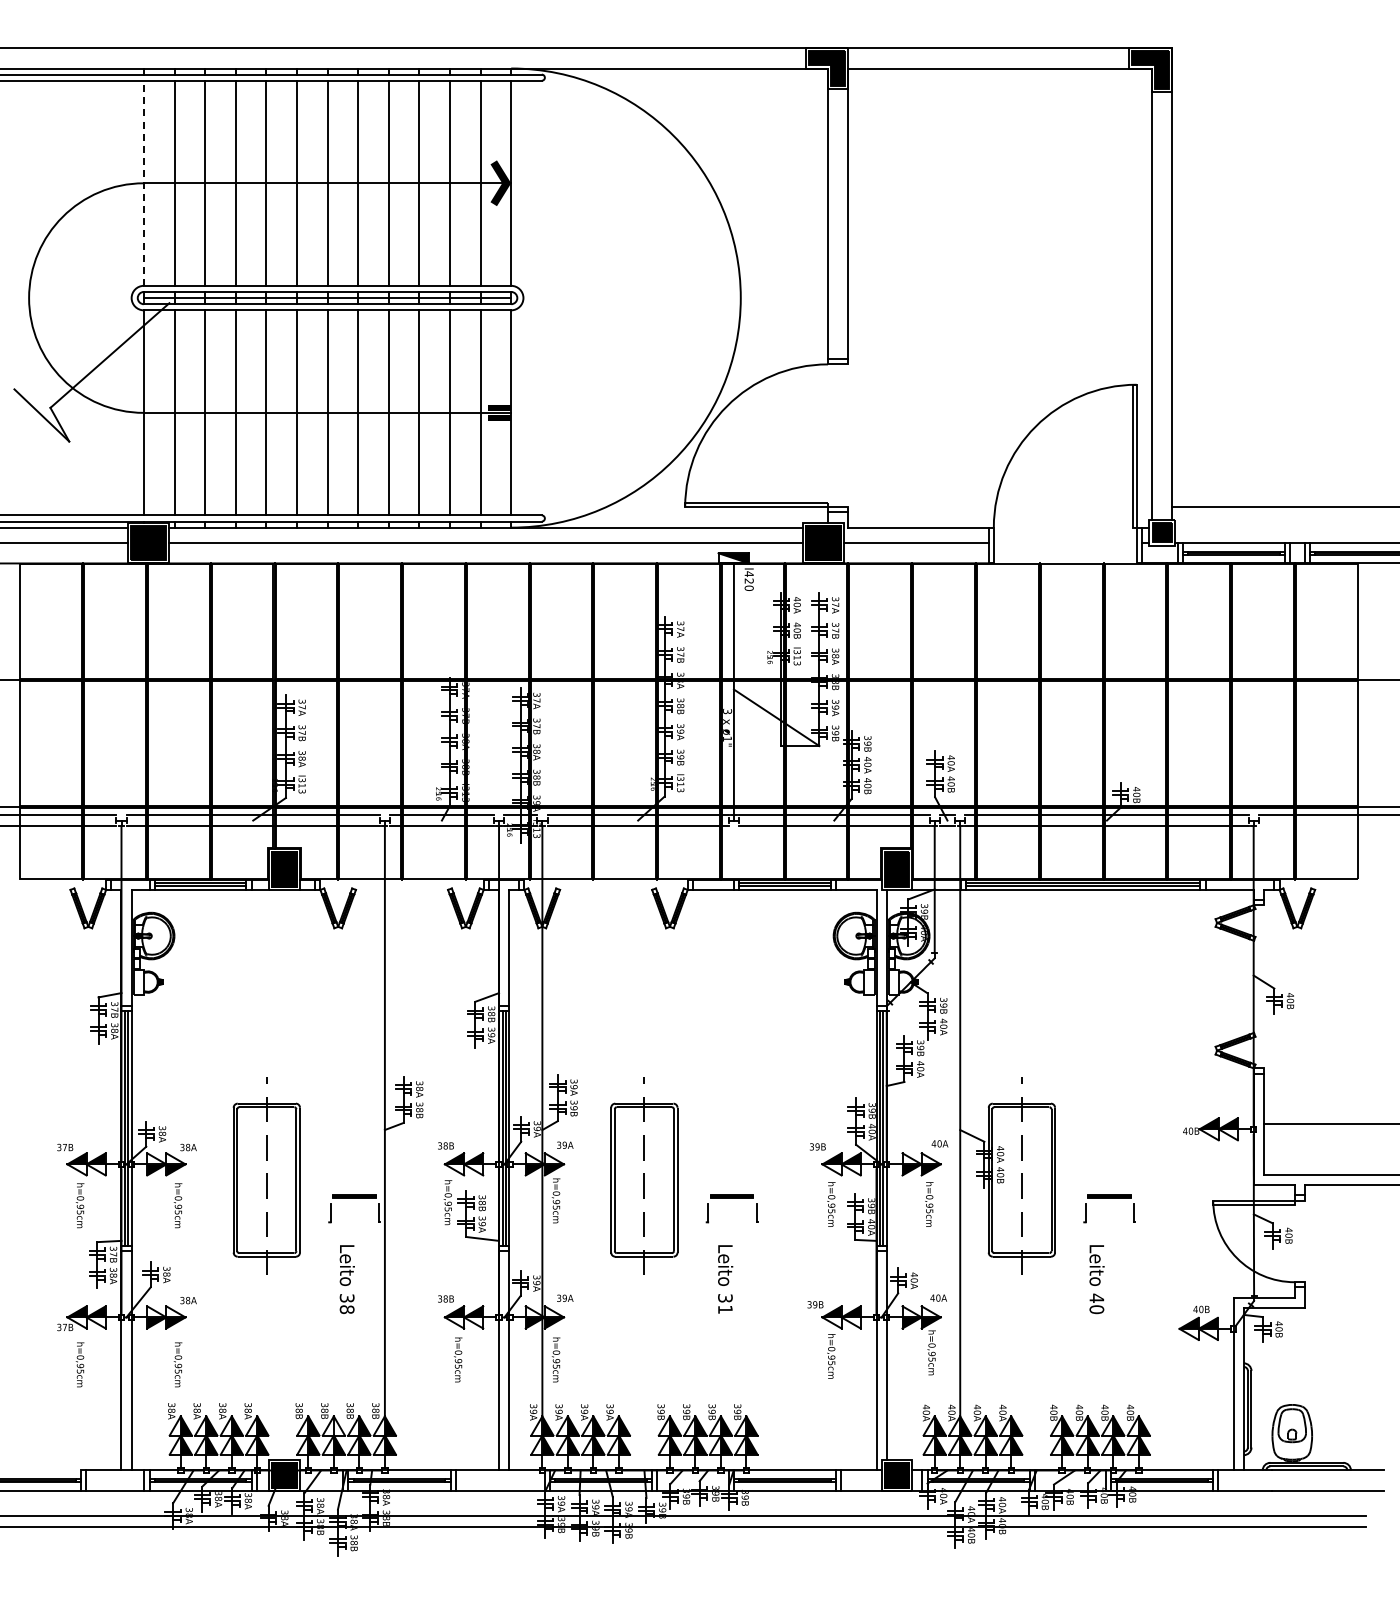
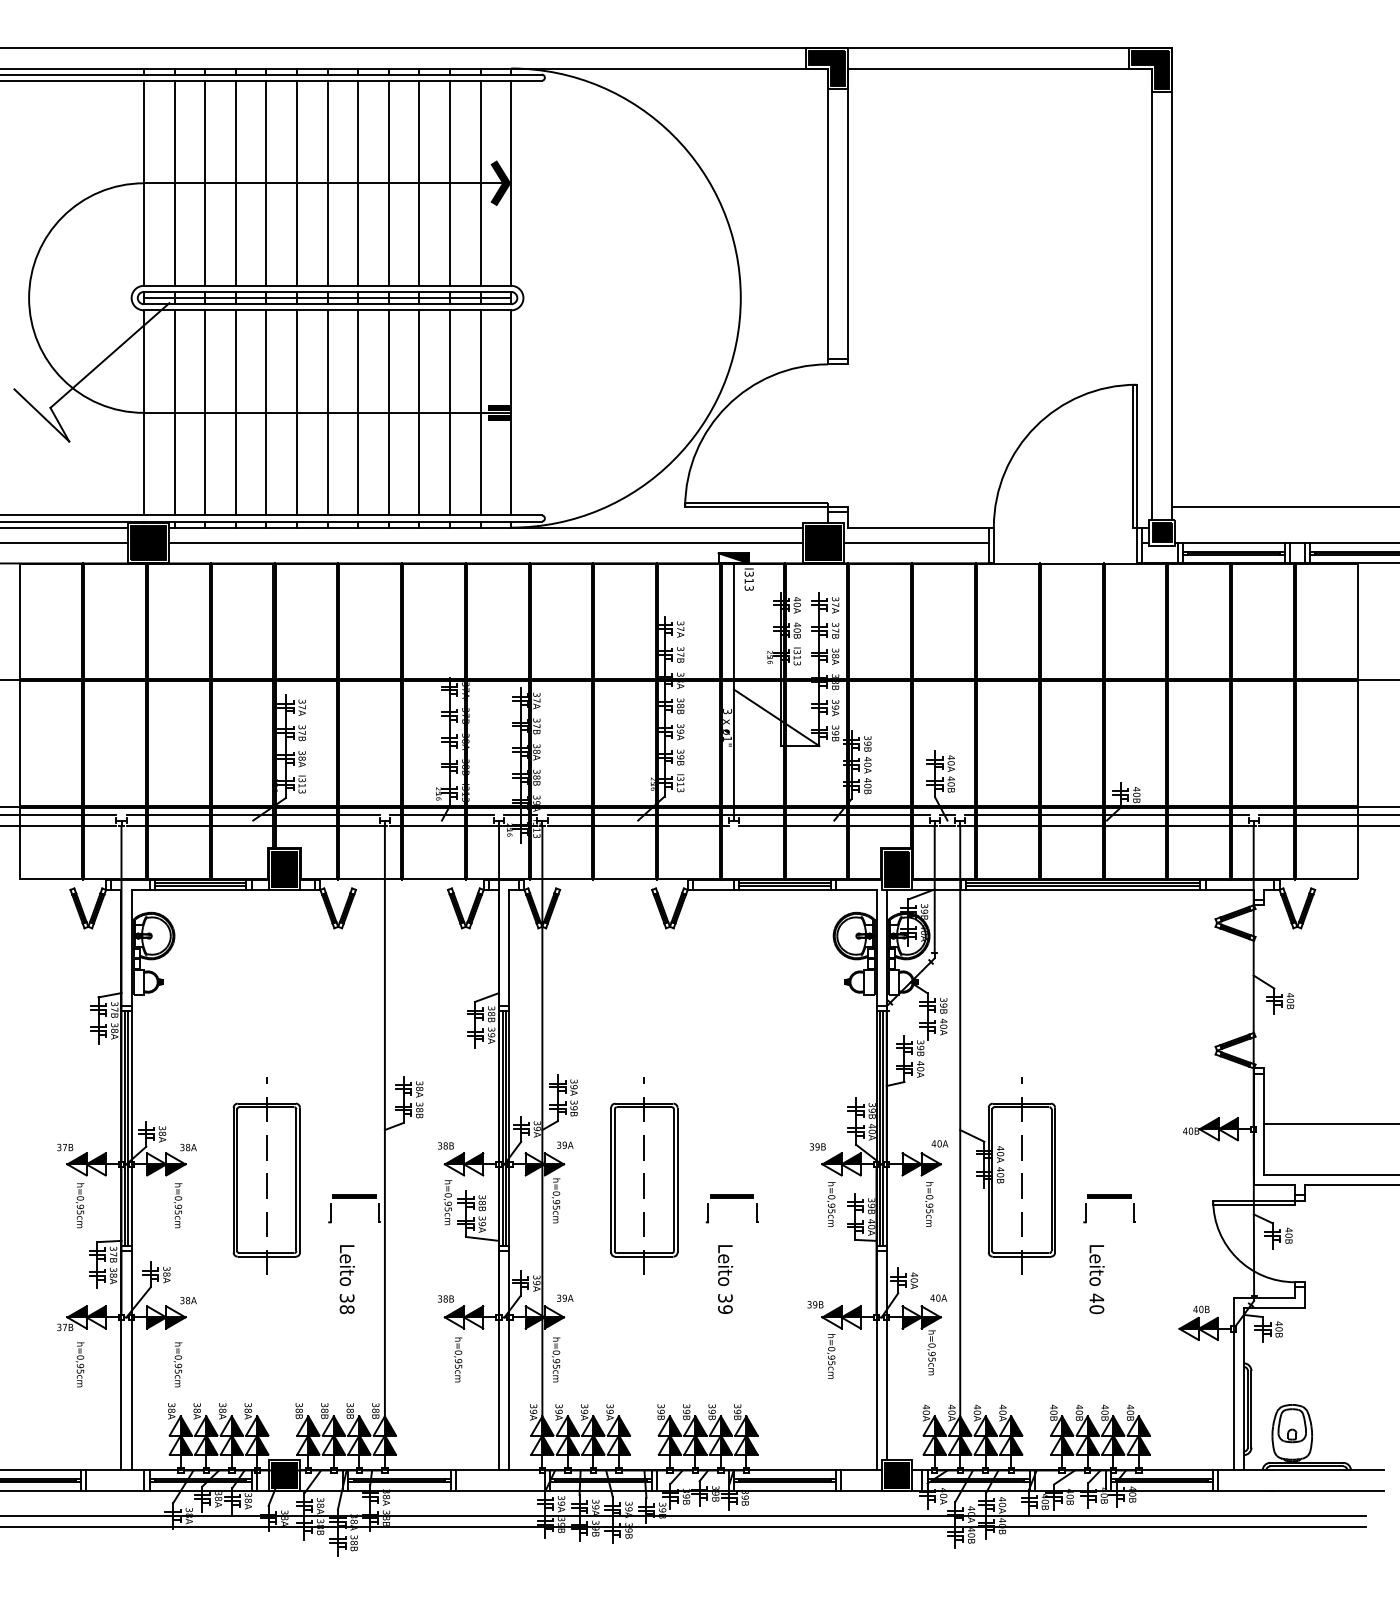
line at (143, 183): dashed -> solid
text at (748, 580): I420 -> I313
line at (1327, 825): none -> present
text at (725, 1309): 31 -> 39
fill at (338, 1425): none -> present
line at (41, 1470): none -> present
